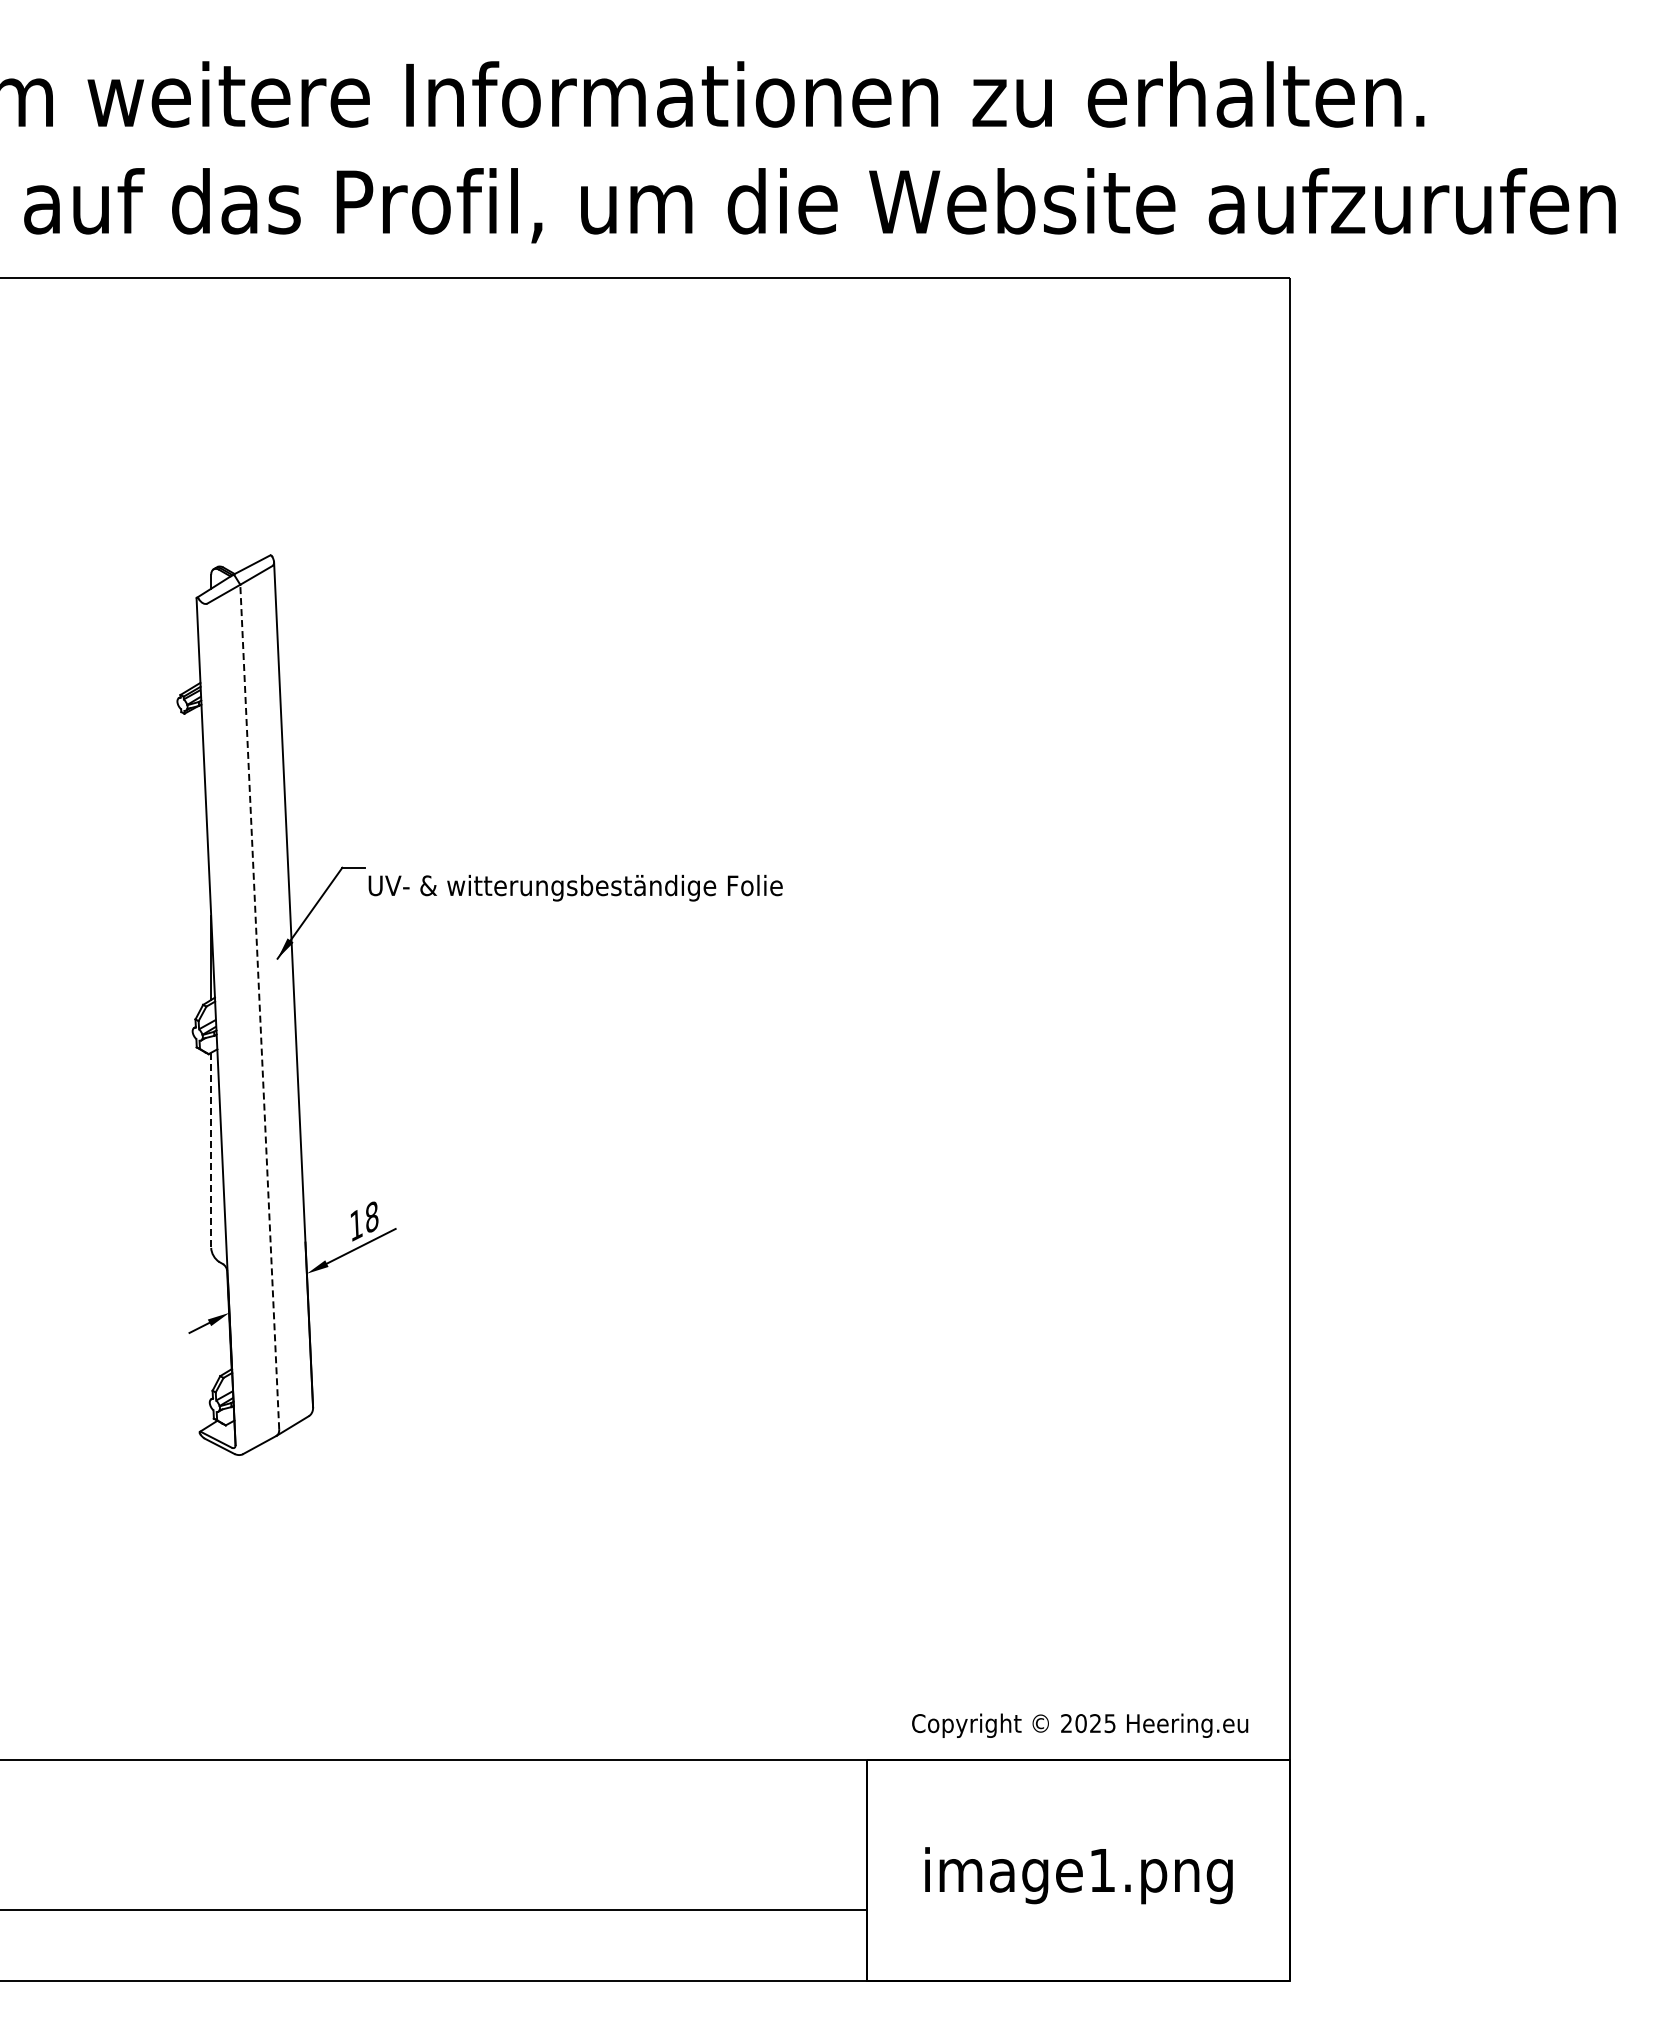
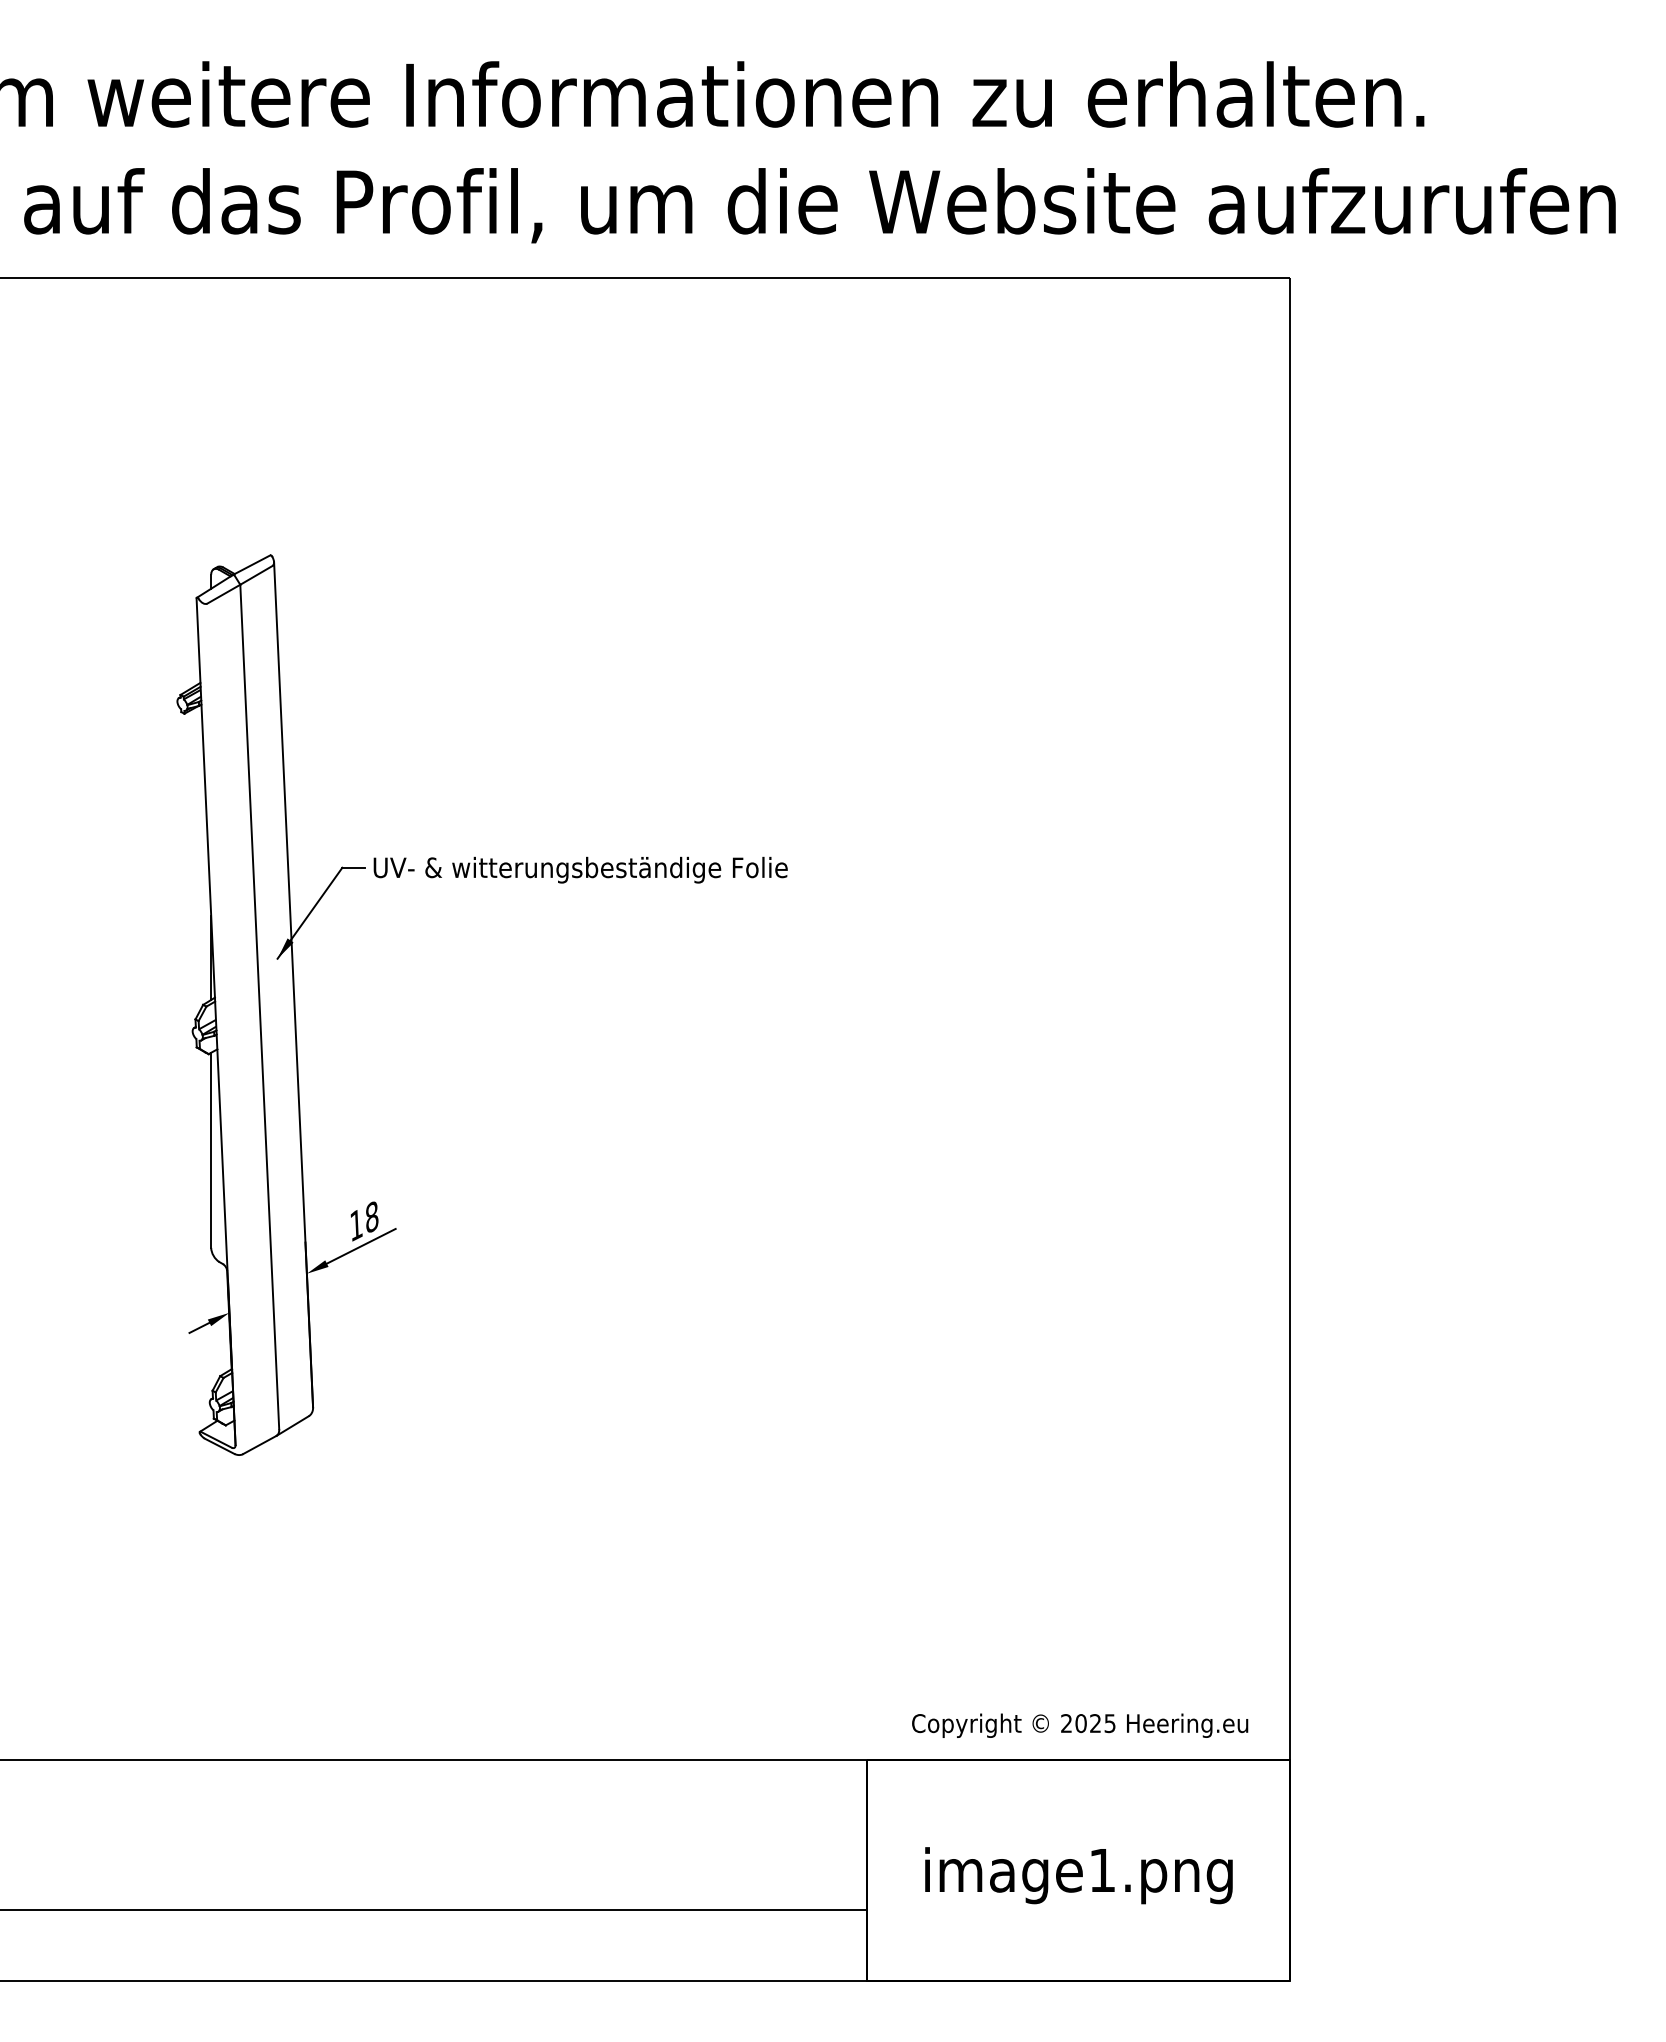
text at (575, 887) position: (575, 887) -> (580, 869)
line at (259, 1007): dashed -> solid
line at (211, 1150): dashed -> solid
